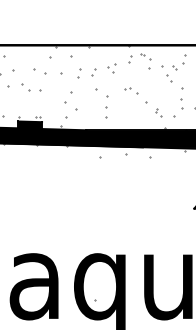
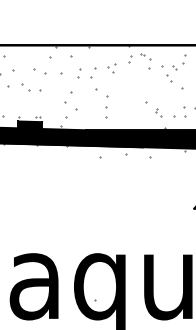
part at (93, 72) size: 6x9 px -> 7x12 px
part at (131, 90): present -> none
part at (181, 103) position: (181, 103) -> (184, 111)
